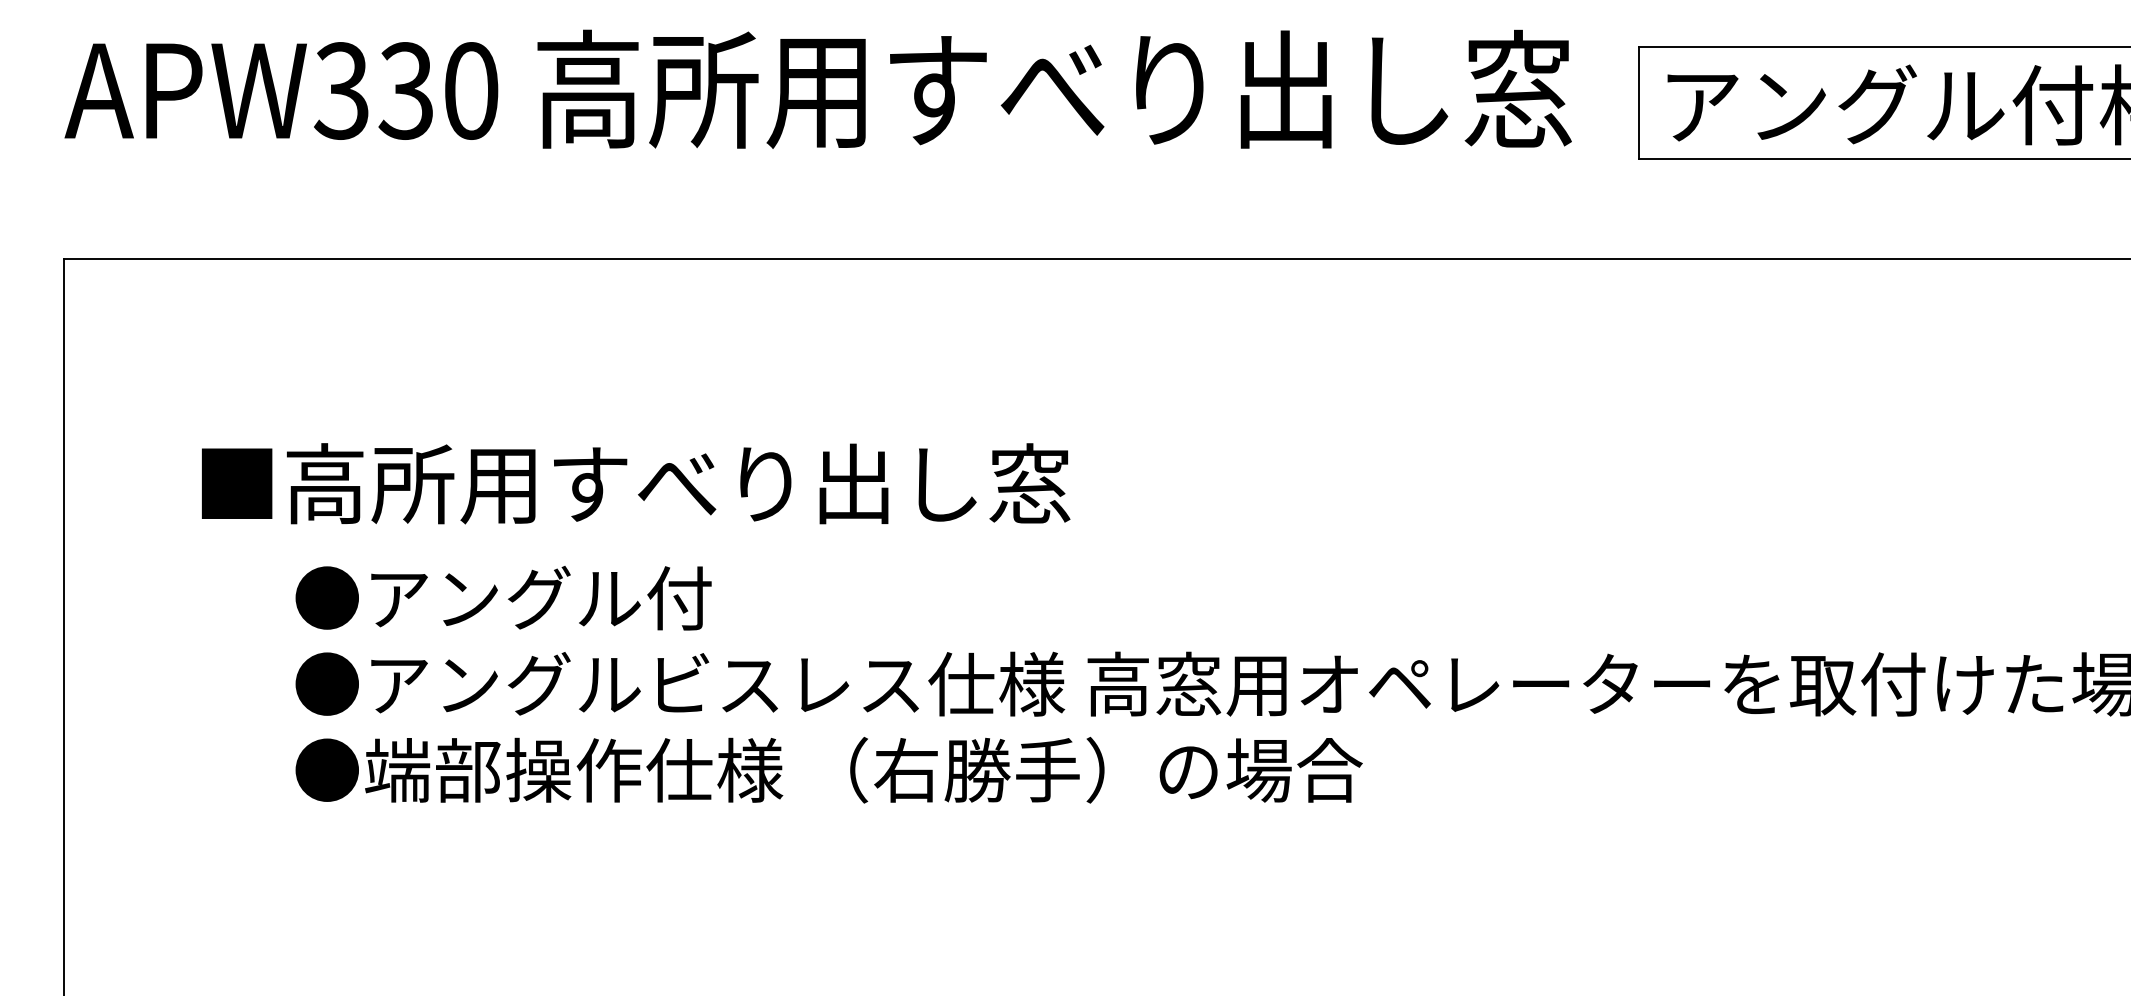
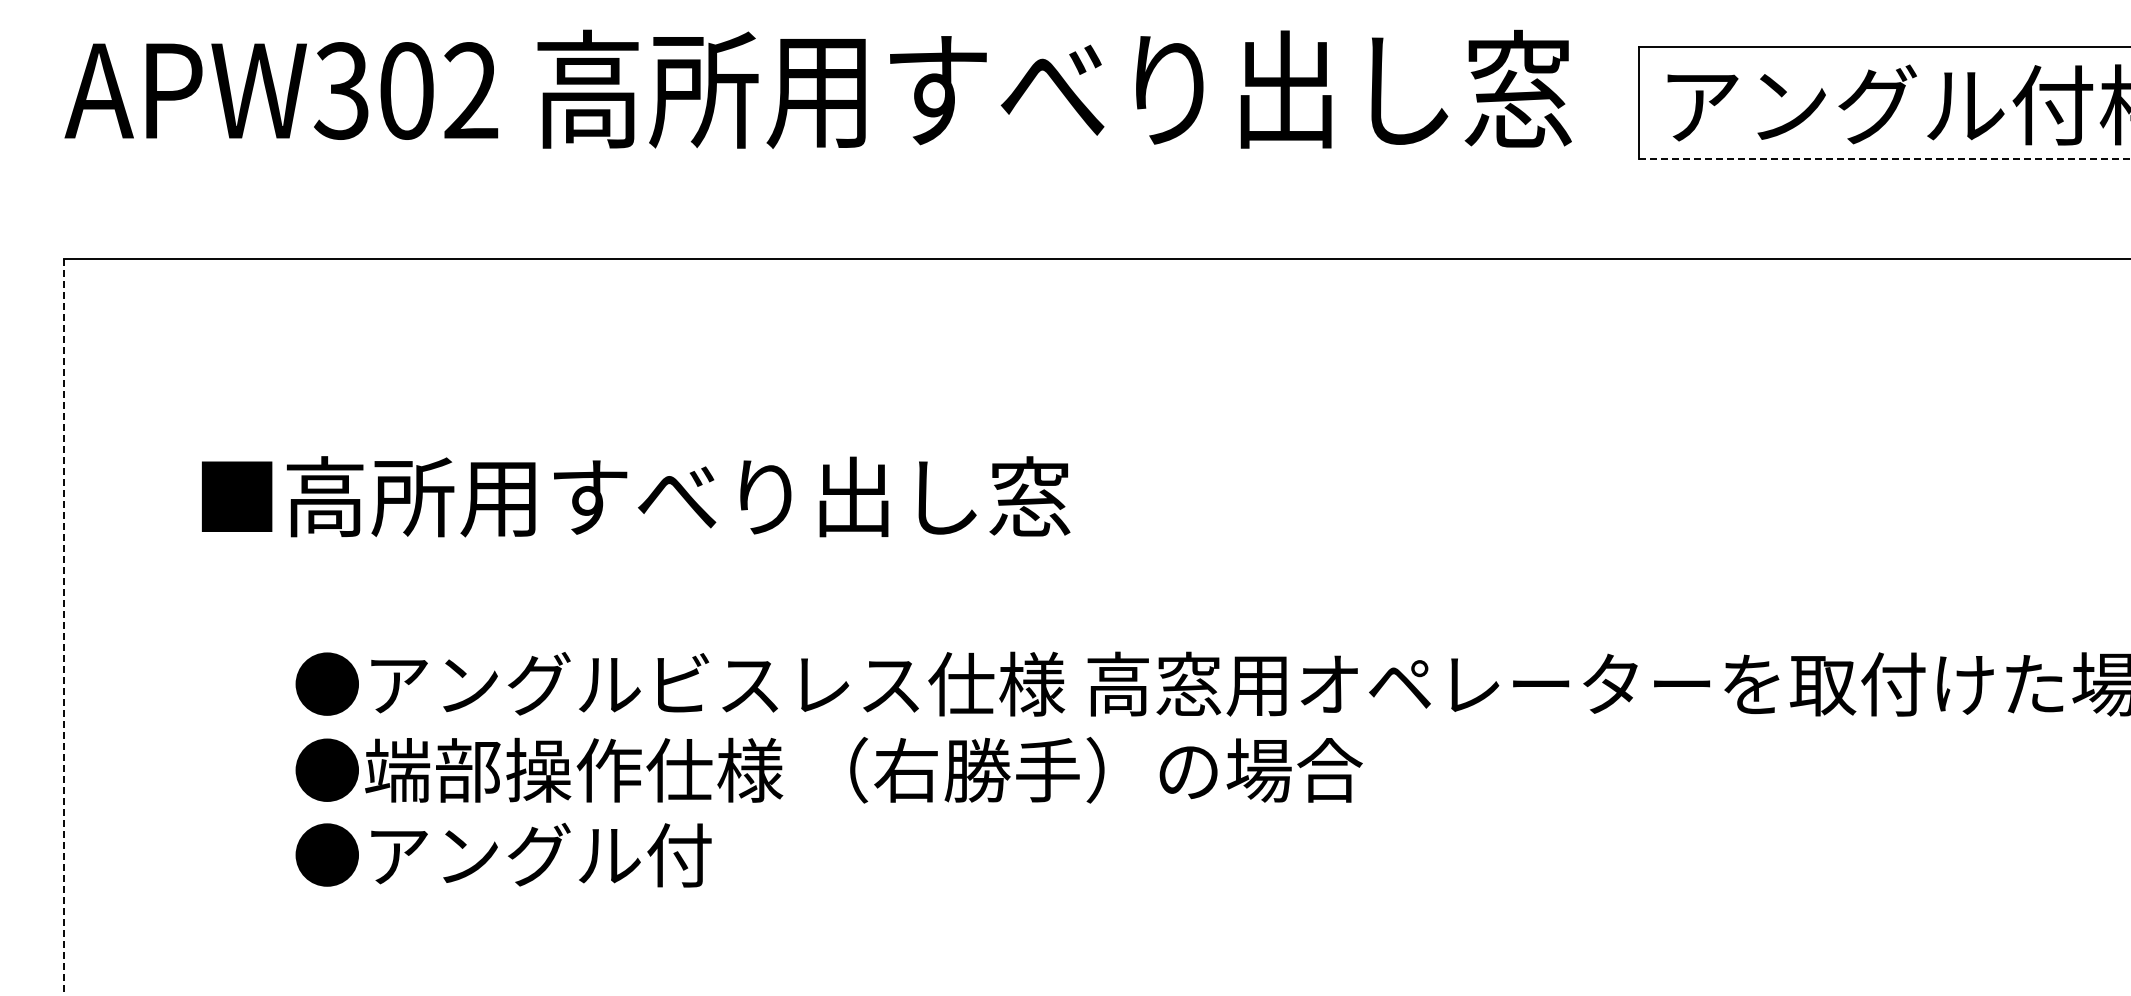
text at (438, 90): APW330 -> APW302
line at (1884, 158): solid -> dashed
text at (636, 483) position: (636, 483) -> (636, 496)
text at (503, 598) position: (503, 598) -> (503, 855)
line at (63, 627): solid -> dashed
